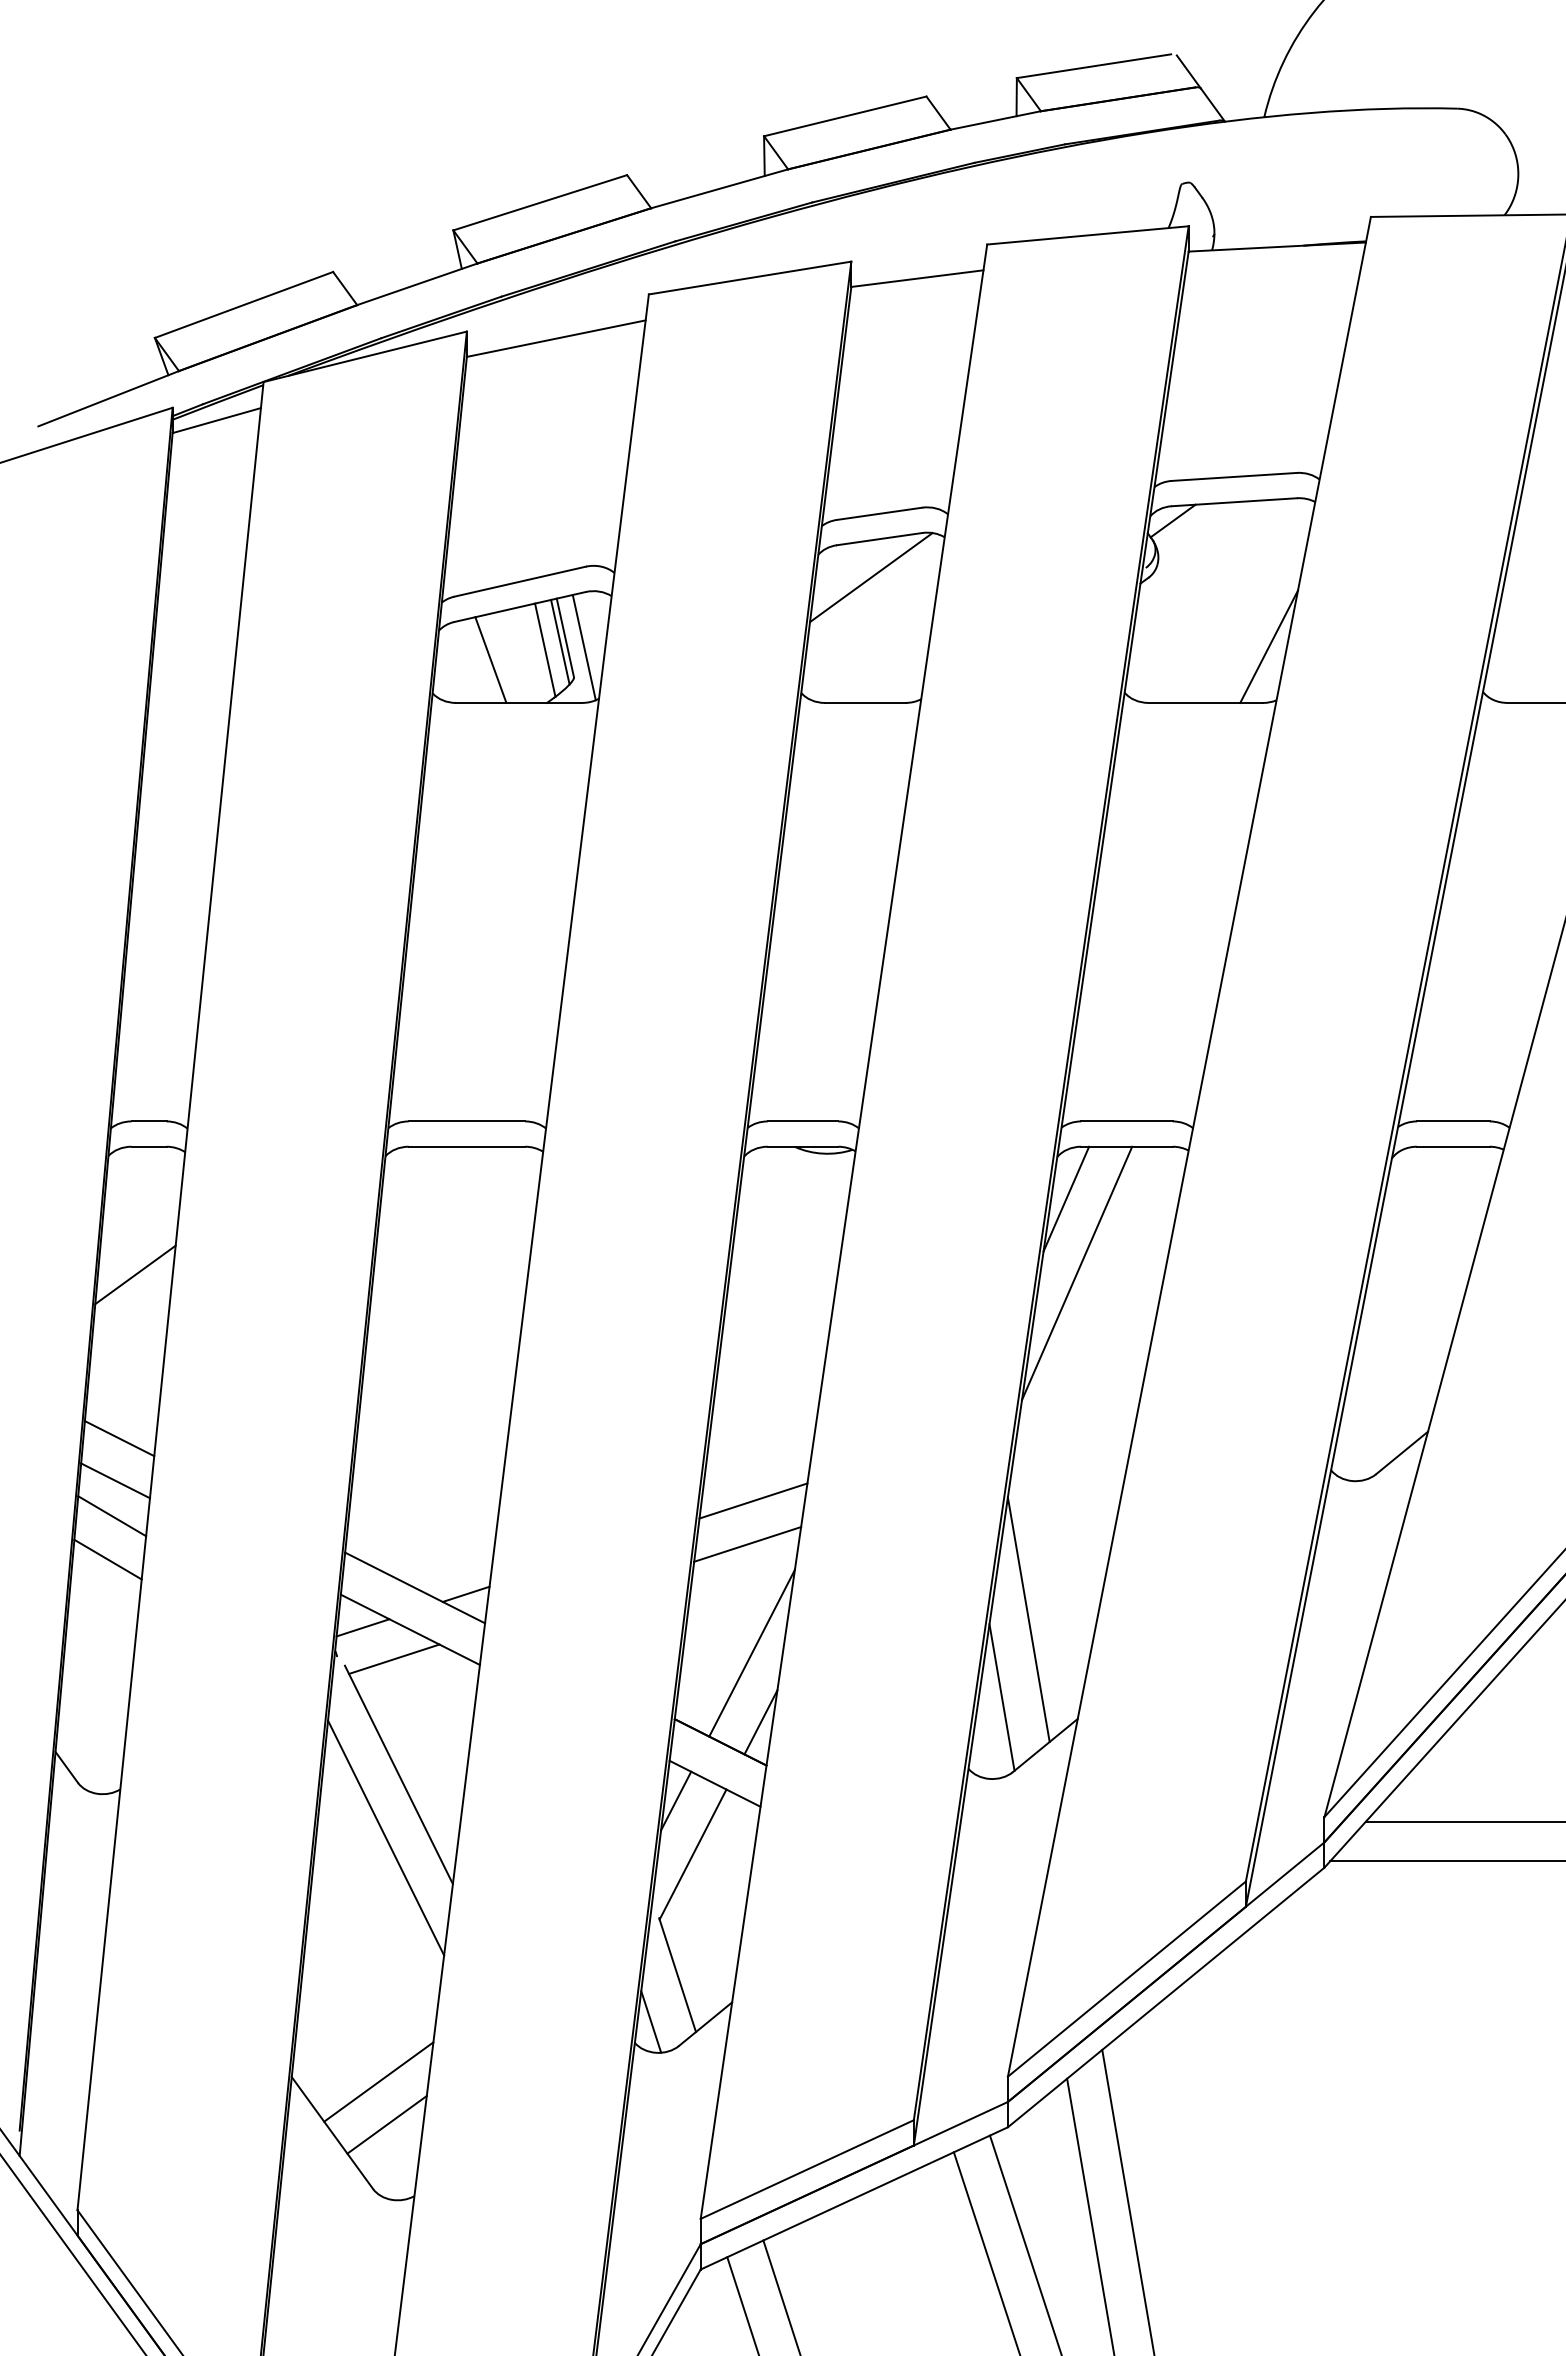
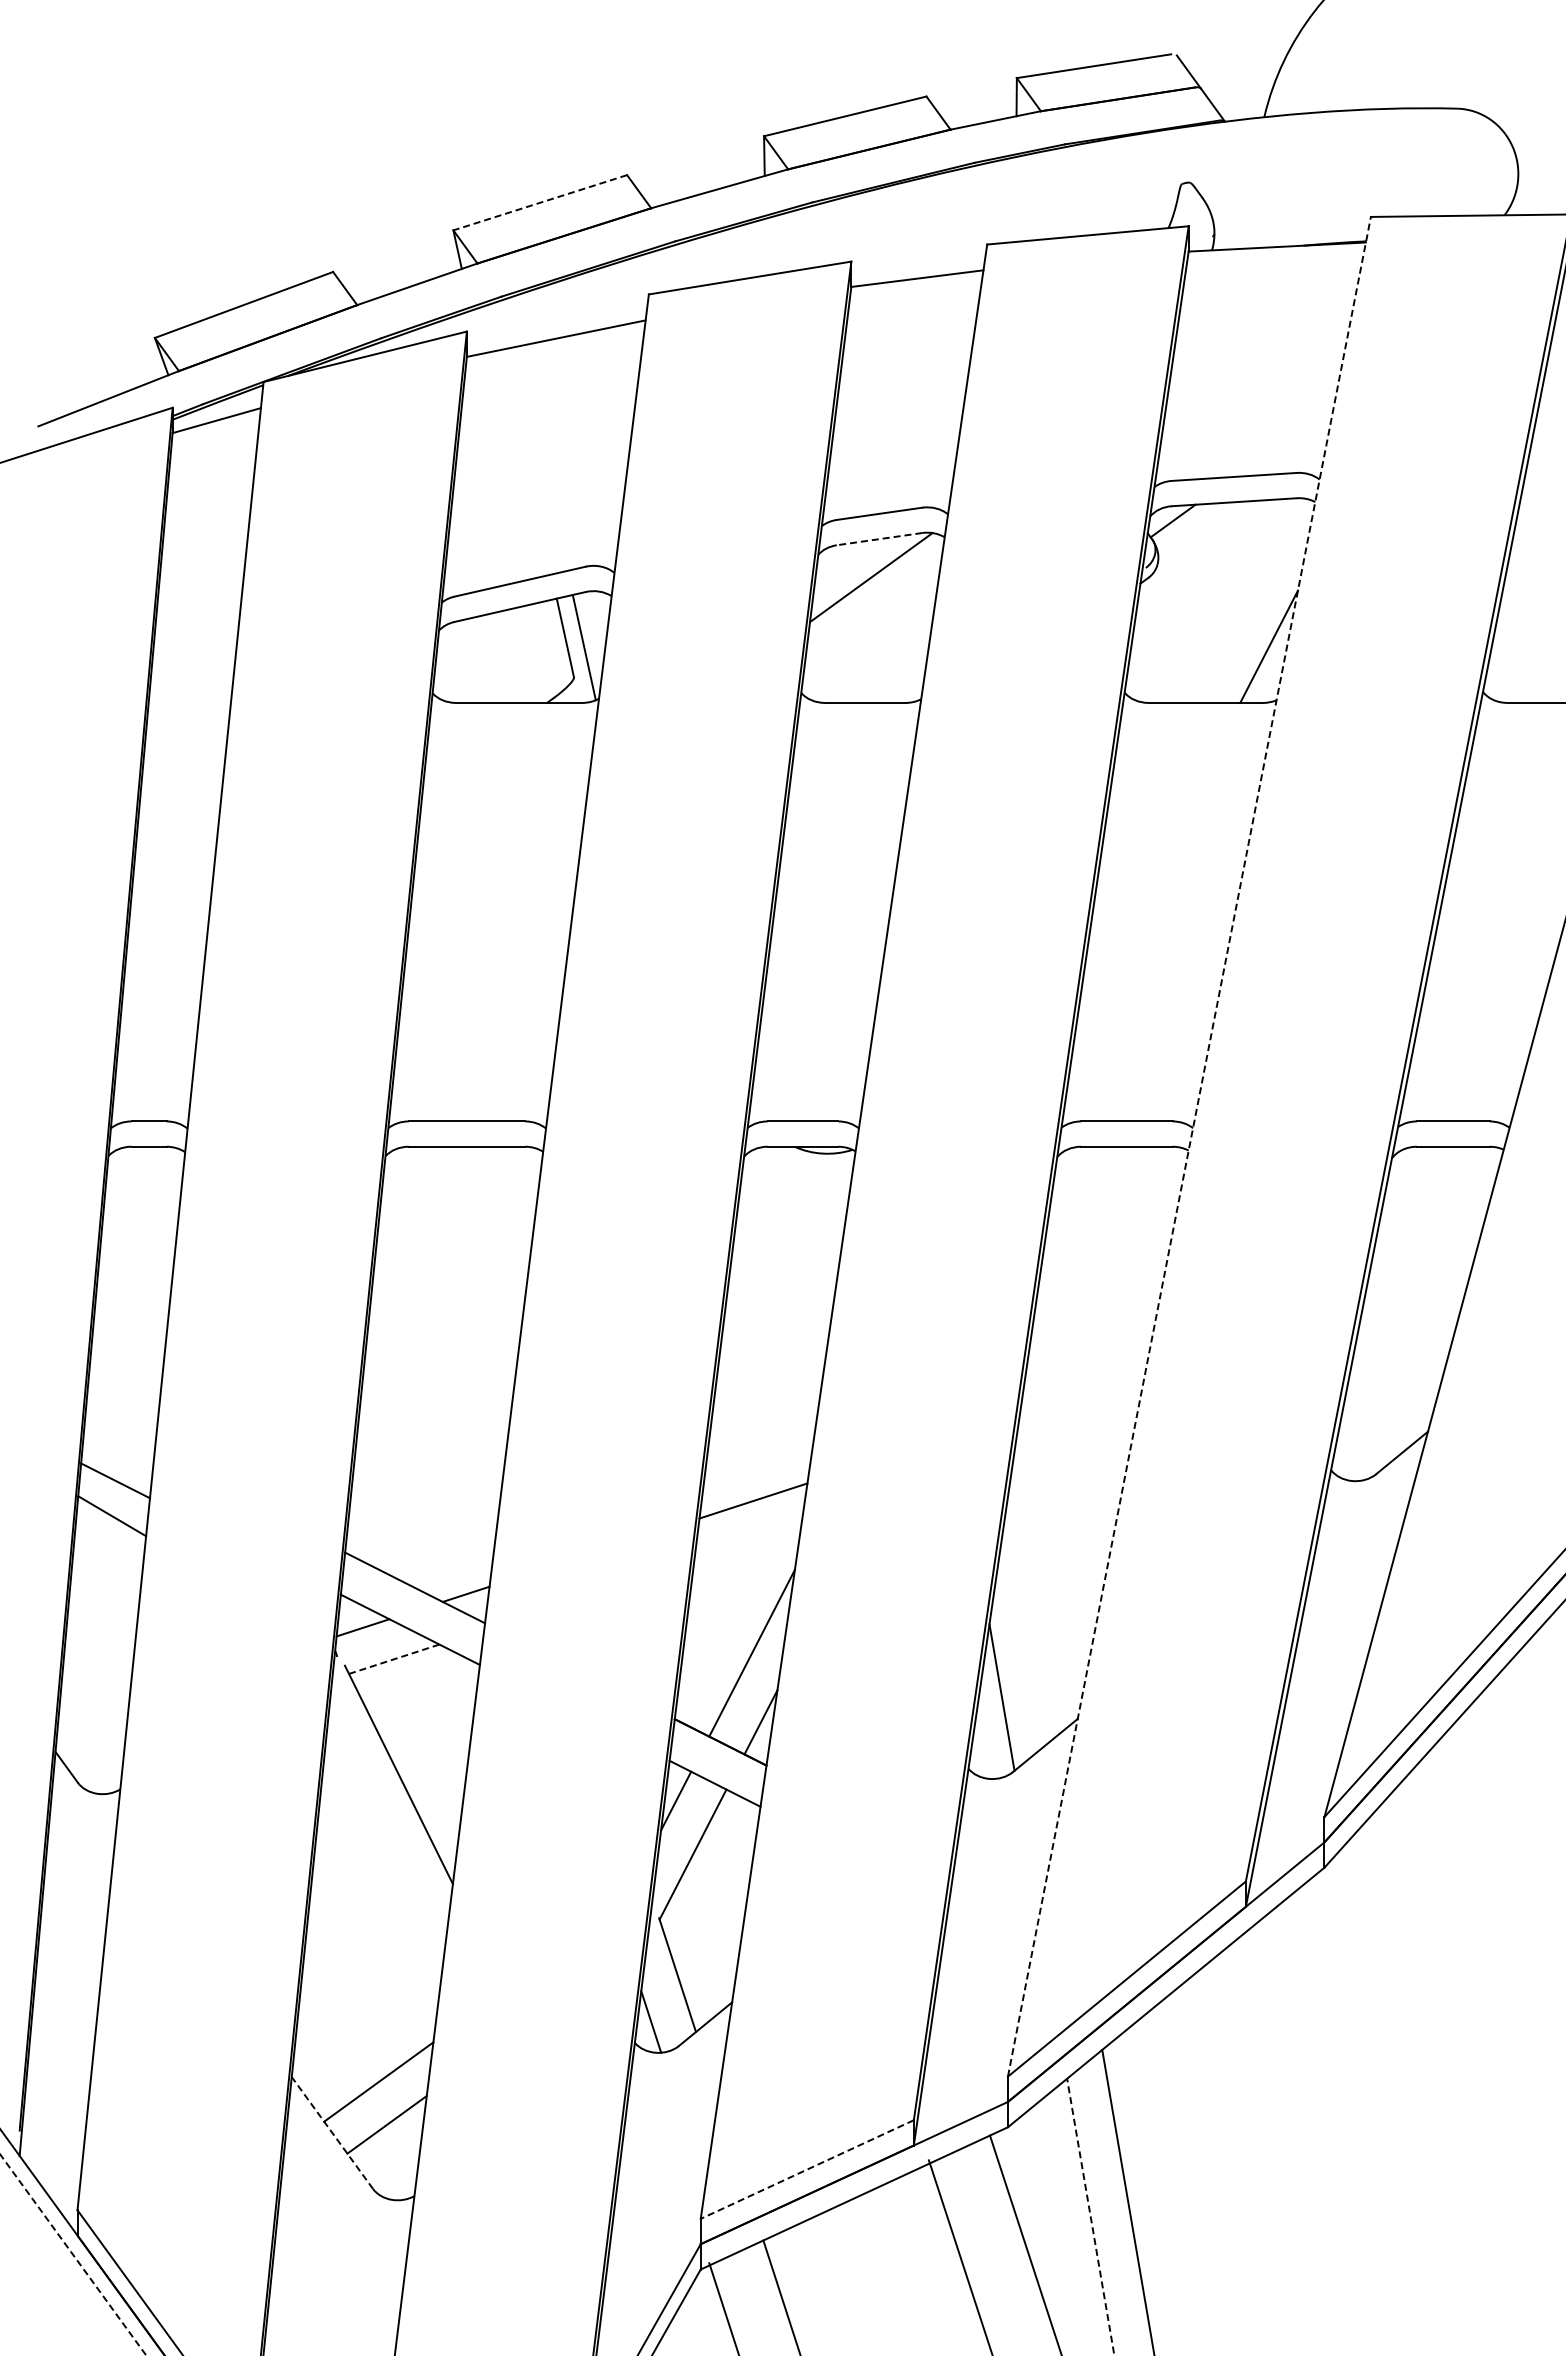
line at (539, 202): solid -> dashed
line at (879, 539): solid -> dashed
line at (560, 641): present -> none
line at (545, 649): present -> none
line at (490, 659): present -> none
line at (1189, 1146): solid -> dashed
line at (1066, 1198): present -> none
line at (1077, 1273): present -> none
line at (135, 1274): present -> none
line at (119, 1438): present -> none
line at (747, 1544): present -> none
line at (107, 1559): present -> none
line at (1028, 1619): present -> none
line at (394, 1659): solid -> dashed
line at (1463, 1821): present -> none
line at (386, 1837): present -> none
line at (1446, 1861): present -> none
line at (332, 2132): solid -> dashed
line at (806, 2169): solid -> dashed
line at (1090, 2216): solid -> dashed
line at (986, 2252) position: (986, 2252) -> (959, 2256)
line at (73, 2254): solid -> dashed
line at (742, 2304) position: (742, 2304) -> (723, 2307)
